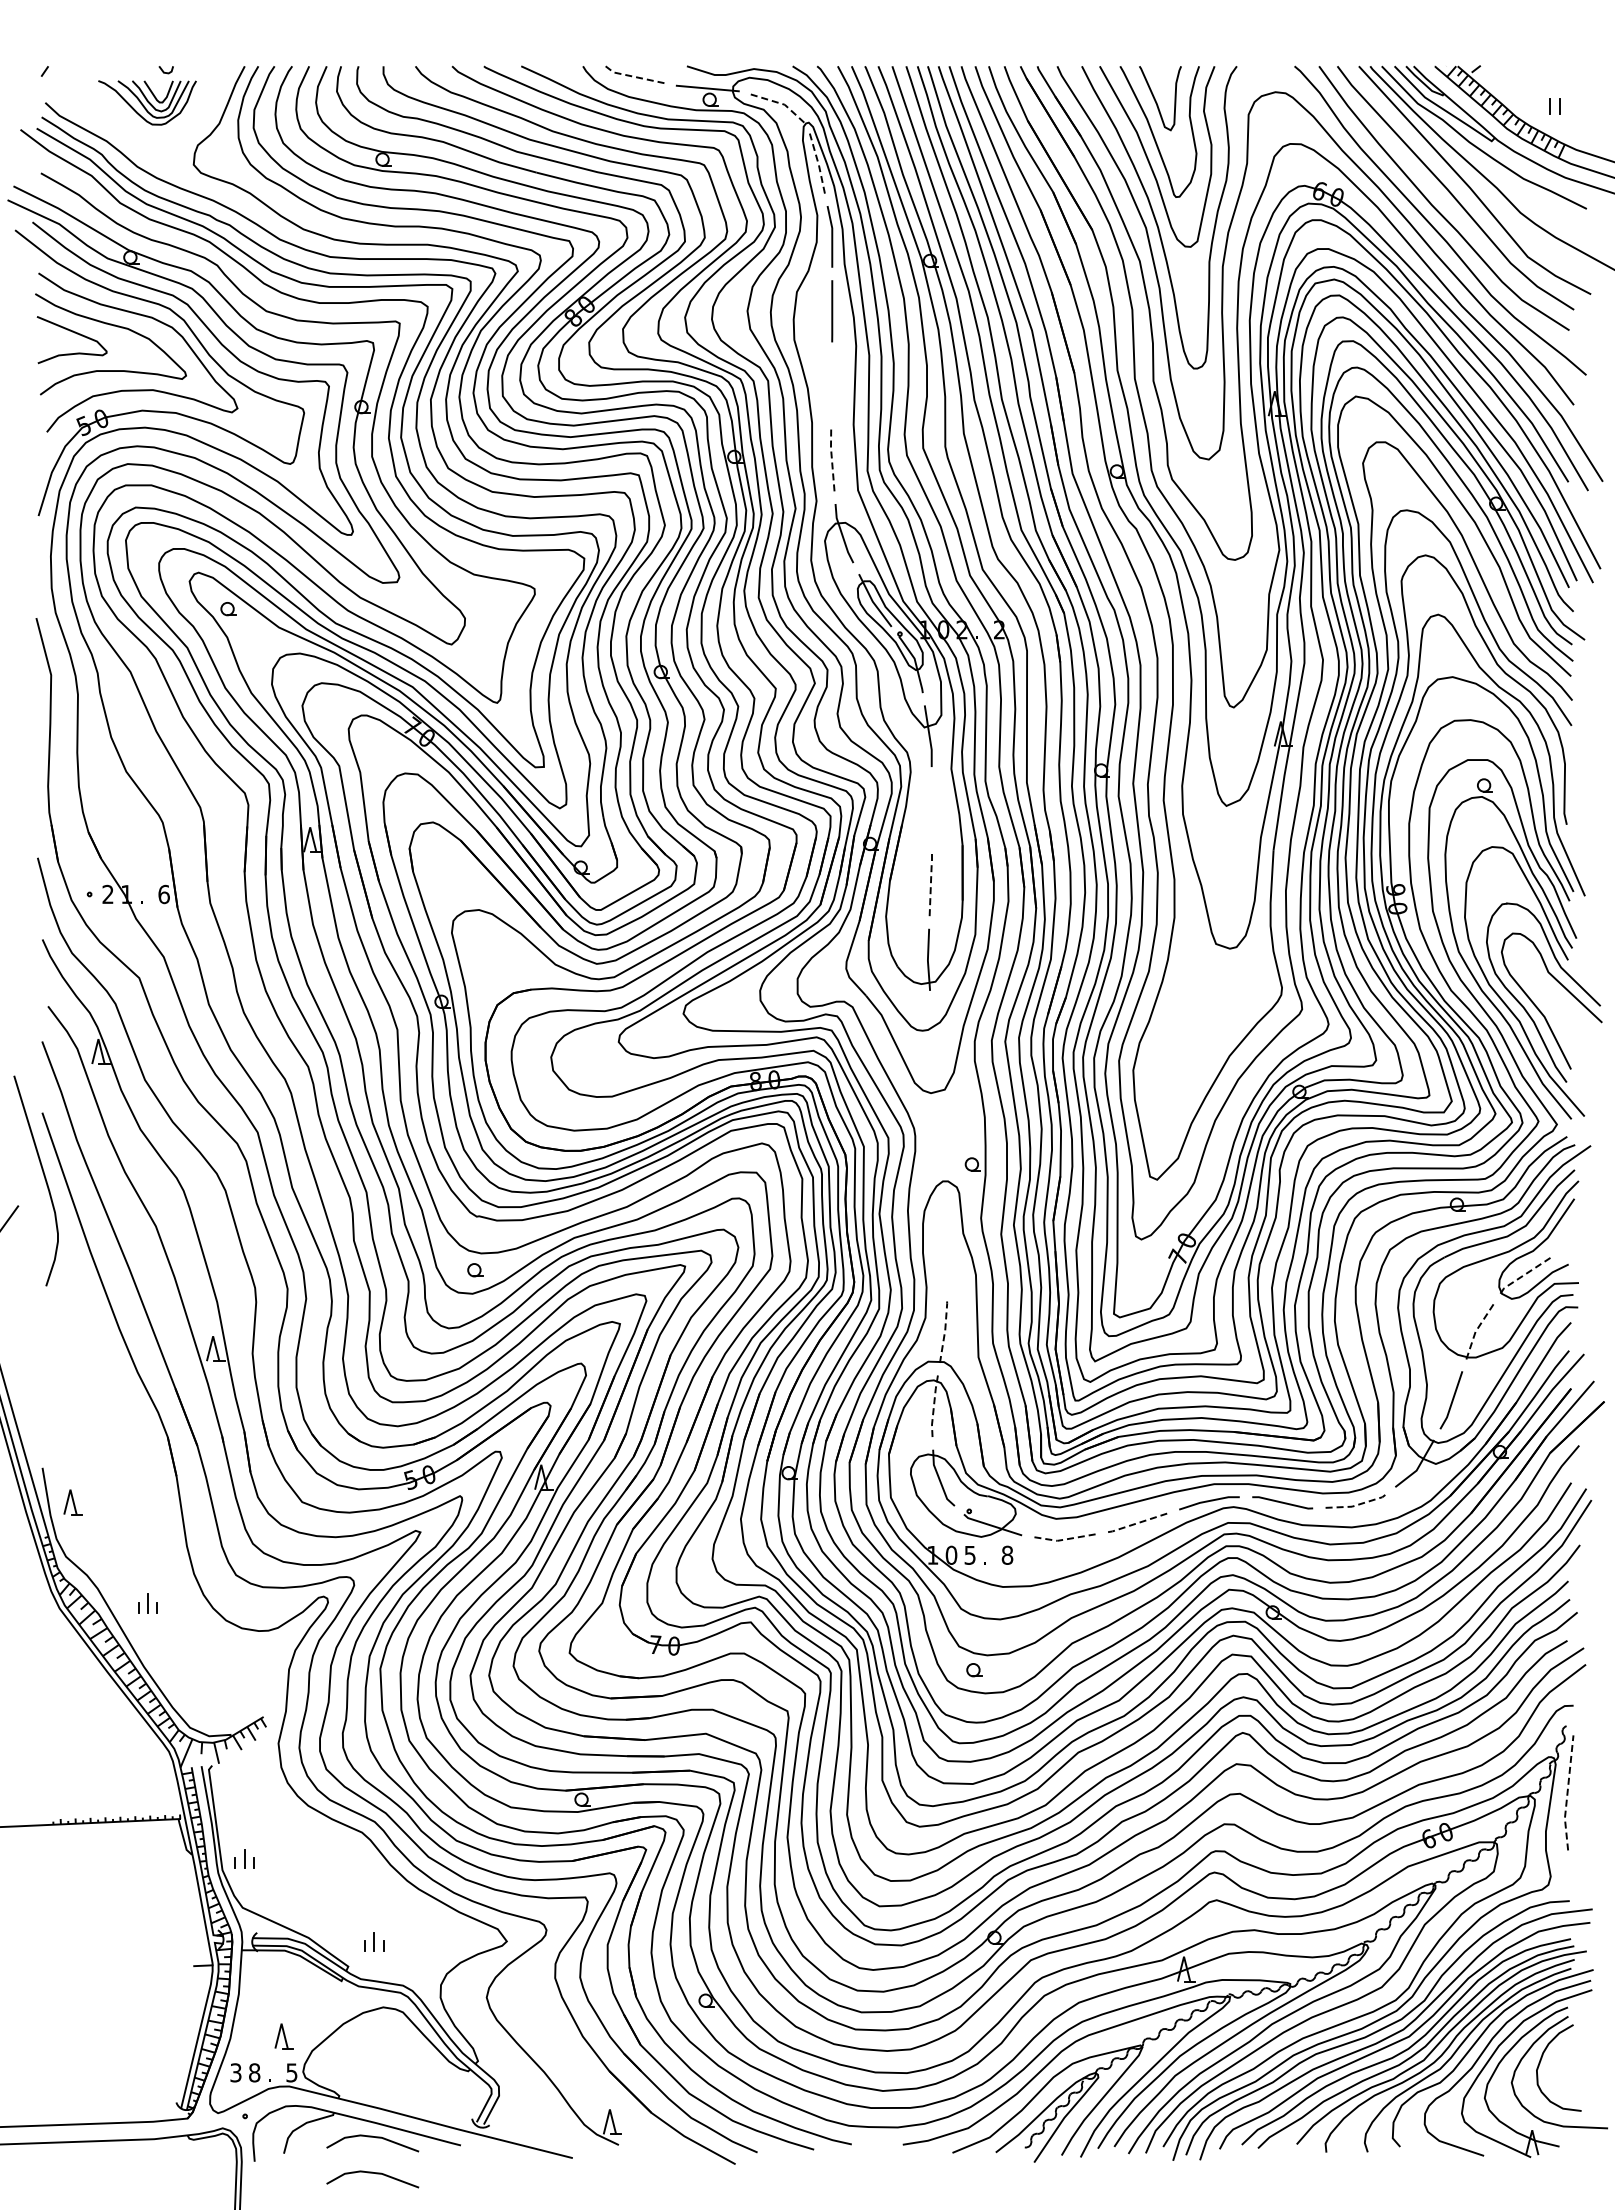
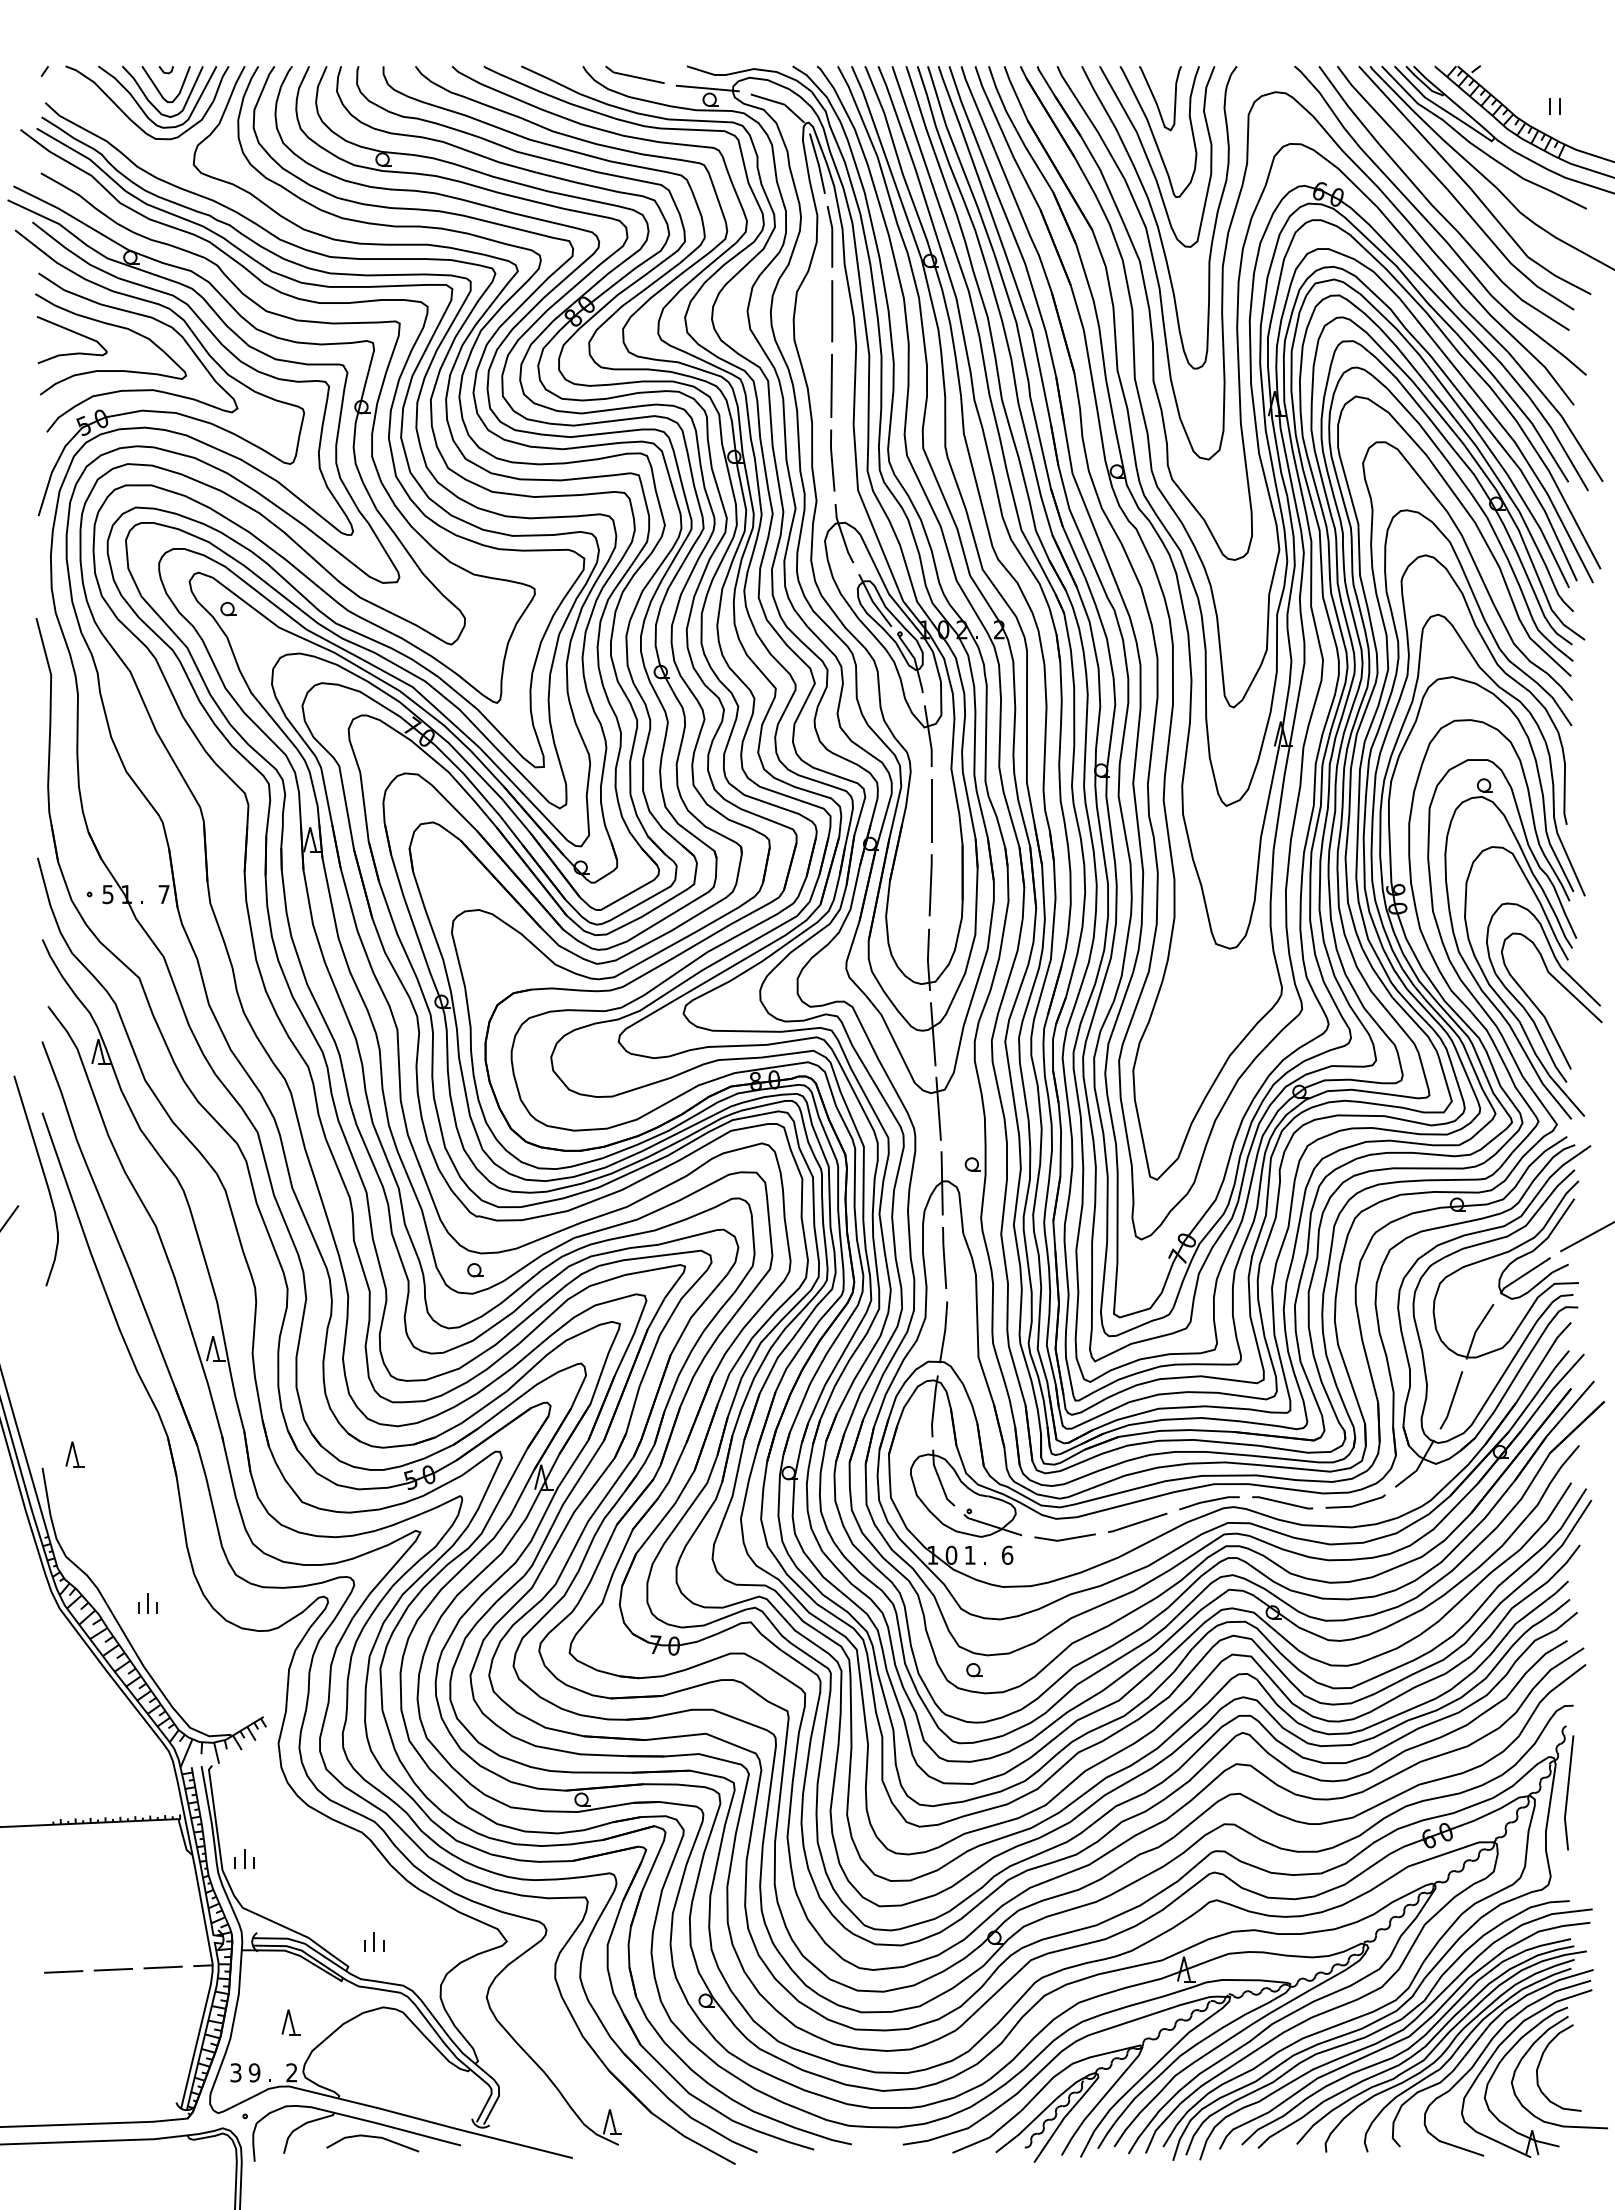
line at (633, 76): dashed -> solid
part at (147, 102) size: 99x46 px -> 165x76 px
line at (781, 103): dashed -> solid
line at (818, 163): dashed -> solid
line at (831, 385): none -> present
line at (831, 459): dashed -> solid
line at (931, 810): none -> present
line at (930, 884): dashed -> solid
text at (107, 894): 2 -> 5
text at (163, 894): 6 -> 7
line at (932, 1034): none -> present
line at (938, 1108): none -> present
line at (941, 1183): none -> present
line at (1586, 1237): none -> present
line at (944, 1257): none -> present
line at (1524, 1275): dashed -> solid
line at (1476, 1330): dashed -> solid
line at (945, 1331): dashed -> solid
line at (933, 1406): dashed -> solid
part at (72, 1502) position: (72, 1502) -> (74, 1454)
line at (1356, 1505): dashed -> solid
line at (1137, 1523): dashed -> solid
line at (1064, 1539): dashed -> solid
text at (1007, 1554): 8 -> 6
text at (969, 1555): 5 -> 1
line at (1567, 1793): dashed -> solid
line at (162, 1967): none -> present
line at (113, 1969): none -> present
line at (63, 1971): none -> present
part at (283, 2036) position: (283, 2036) -> (290, 2022)
text at (254, 2072): 8 -> 9
text at (291, 2072): 5 -> 2
line at (372, 2173): present -> none
